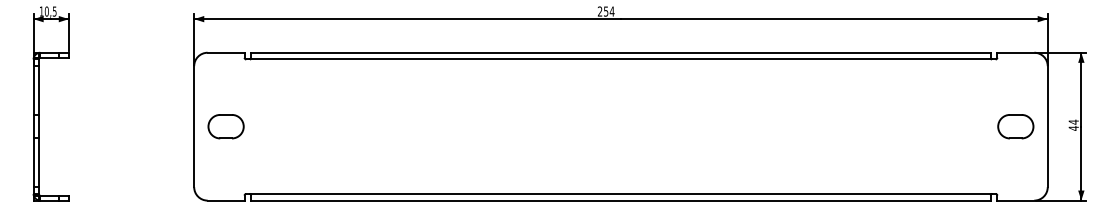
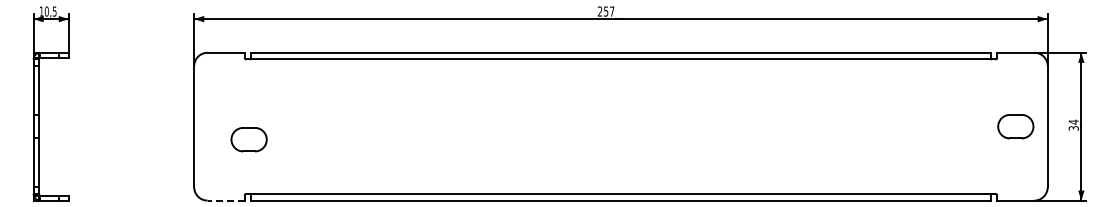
text at (611, 11): 254 -> 257
part at (225, 126) position: (225, 126) -> (248, 139)
text at (1073, 127): 44 -> 34
line at (225, 200): solid -> dashed
